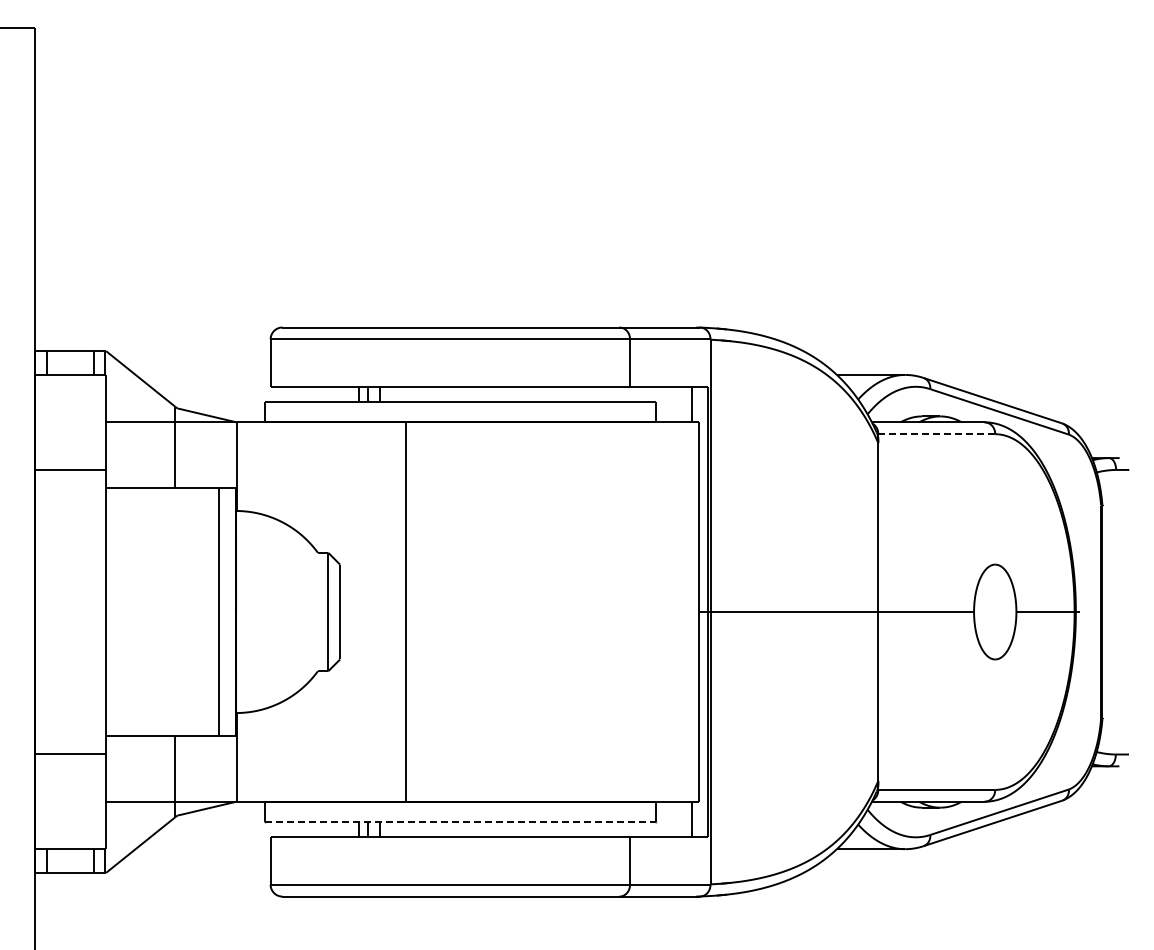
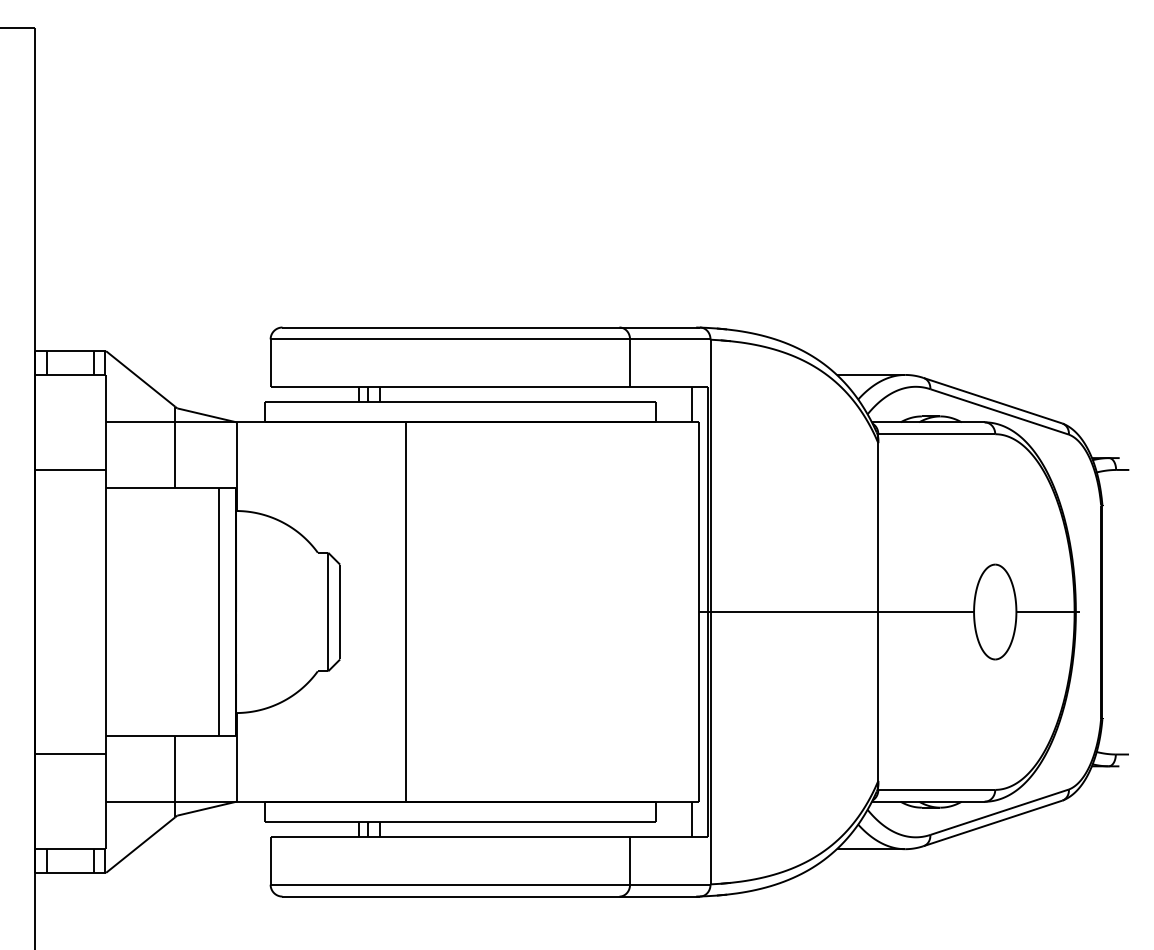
line at (937, 434): dashed -> solid
line at (460, 822): dashed -> solid
